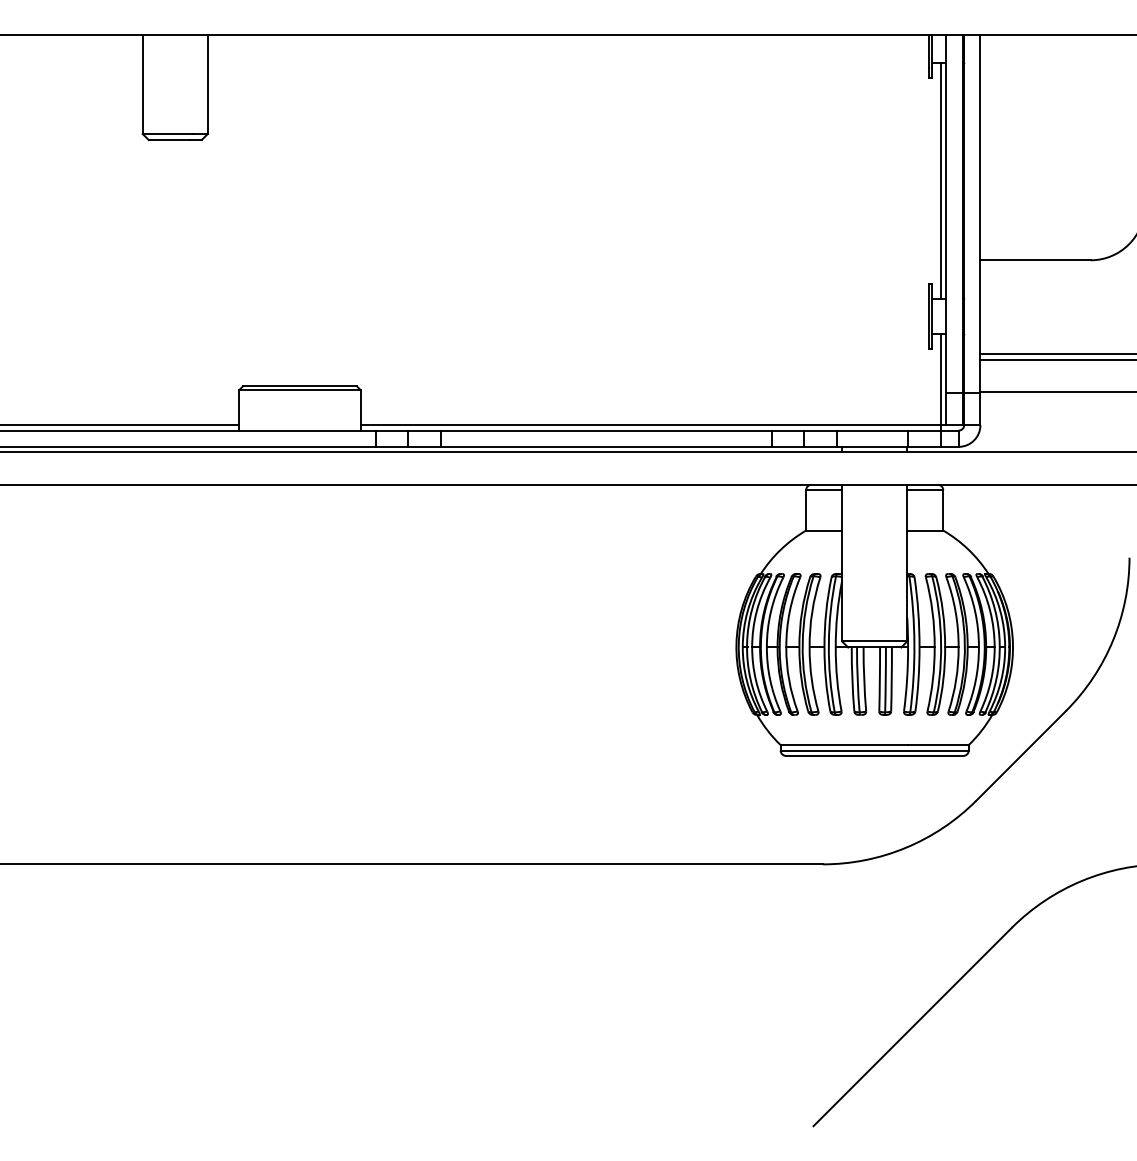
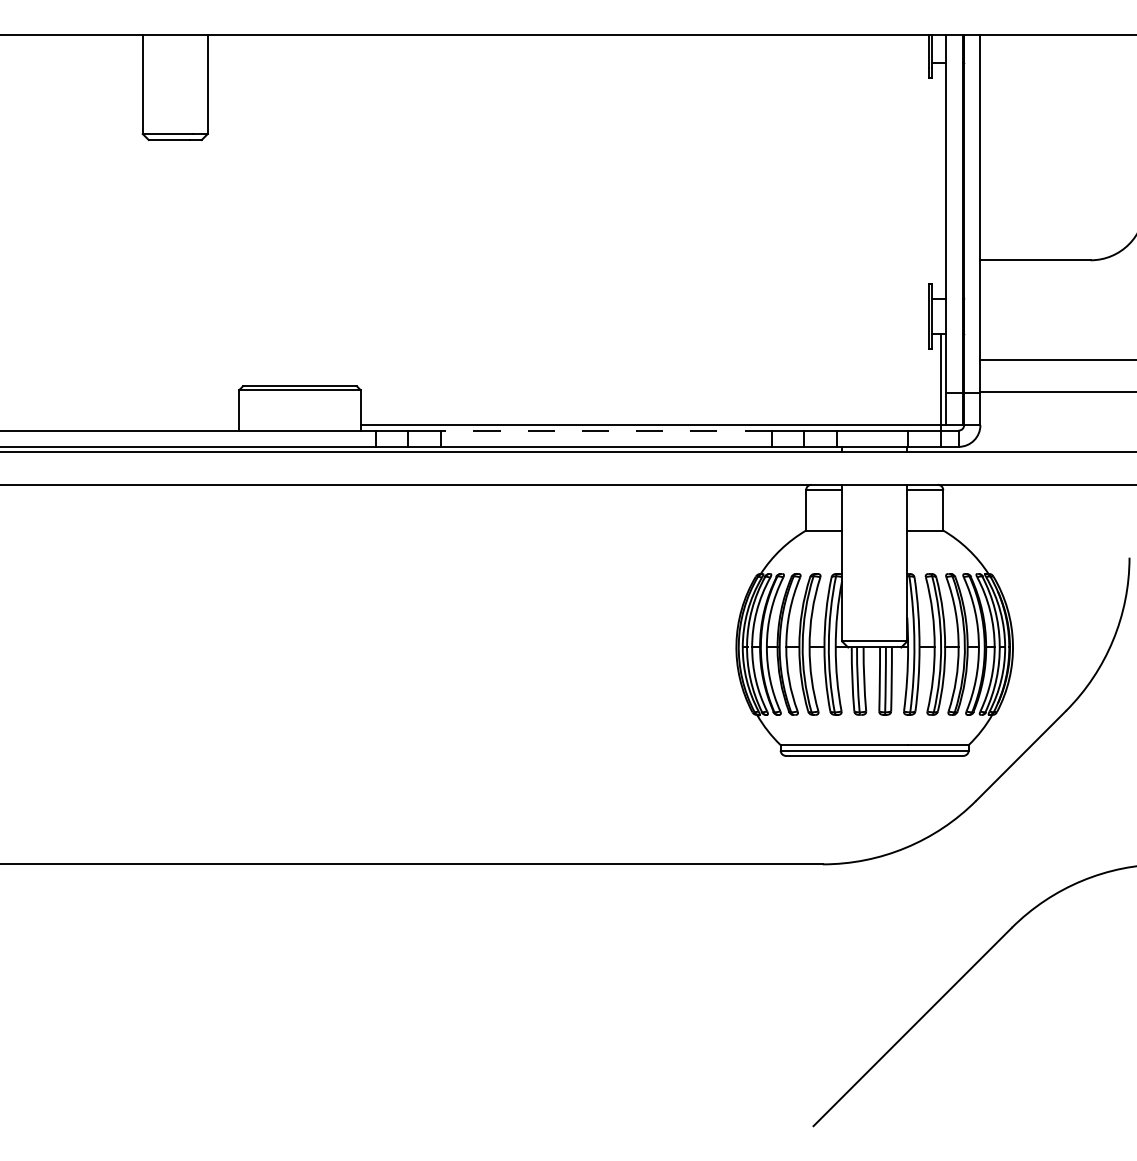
line at (940, 181): present -> none
line at (1056, 354): present -> none
line at (120, 425): present -> none
line at (605, 430): solid -> dashed
